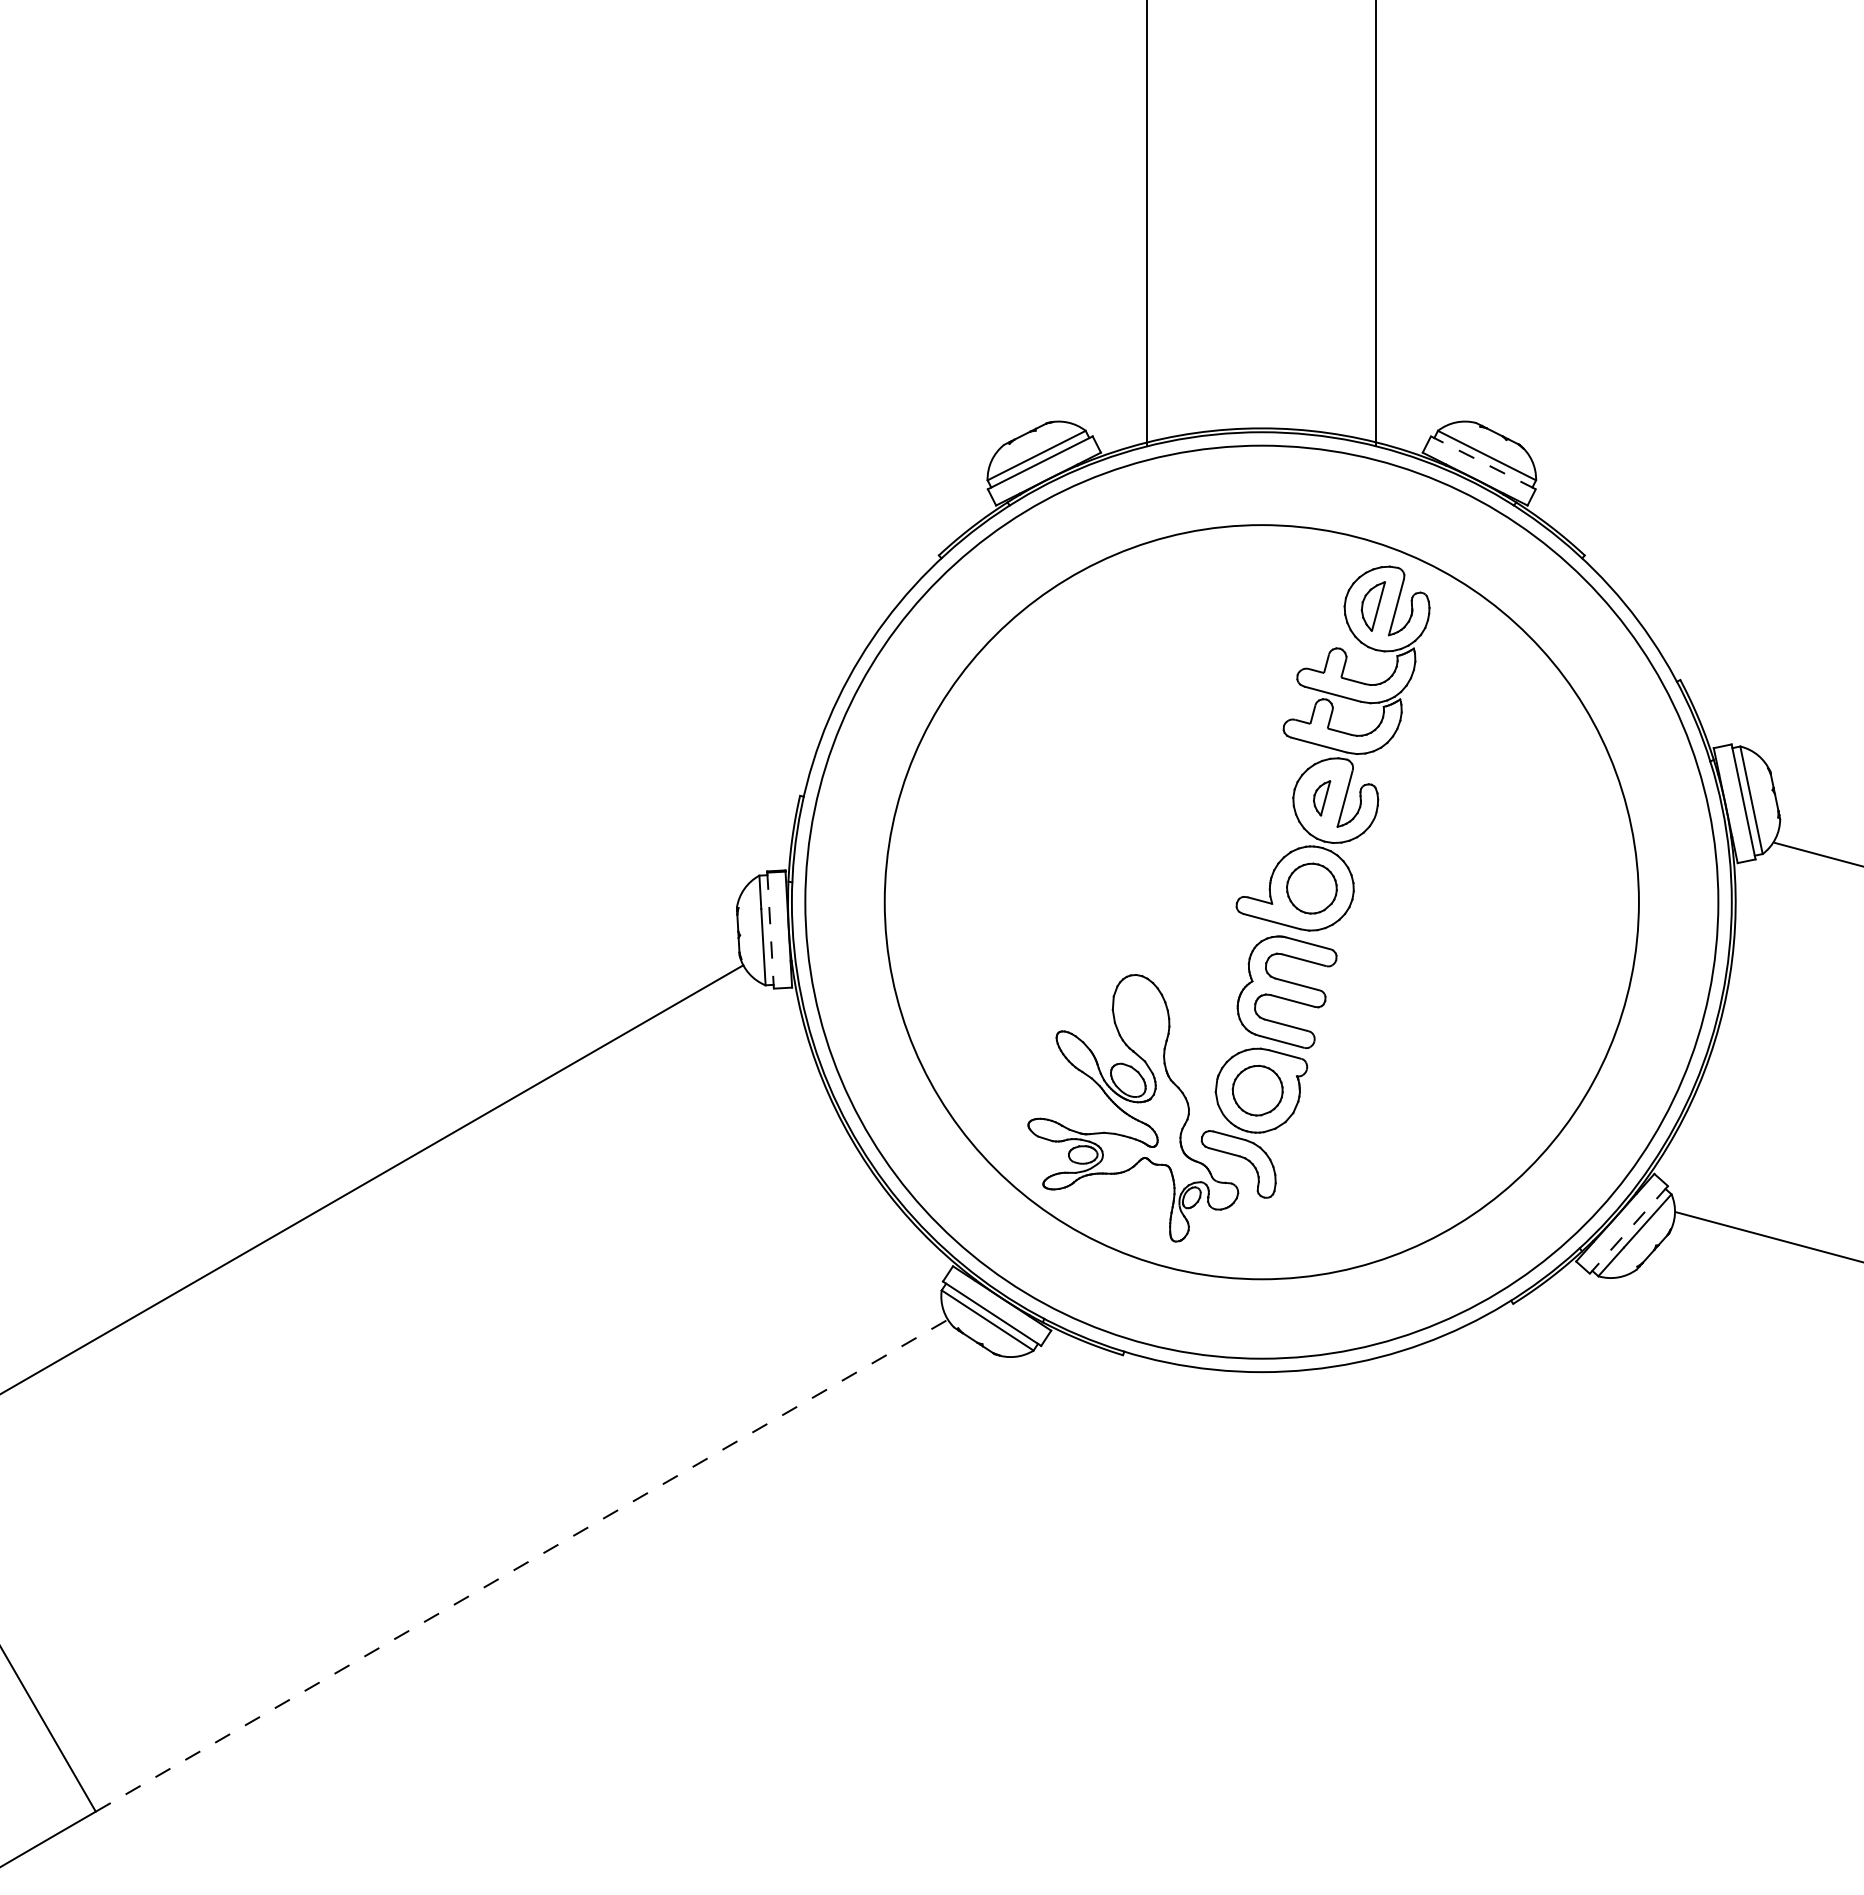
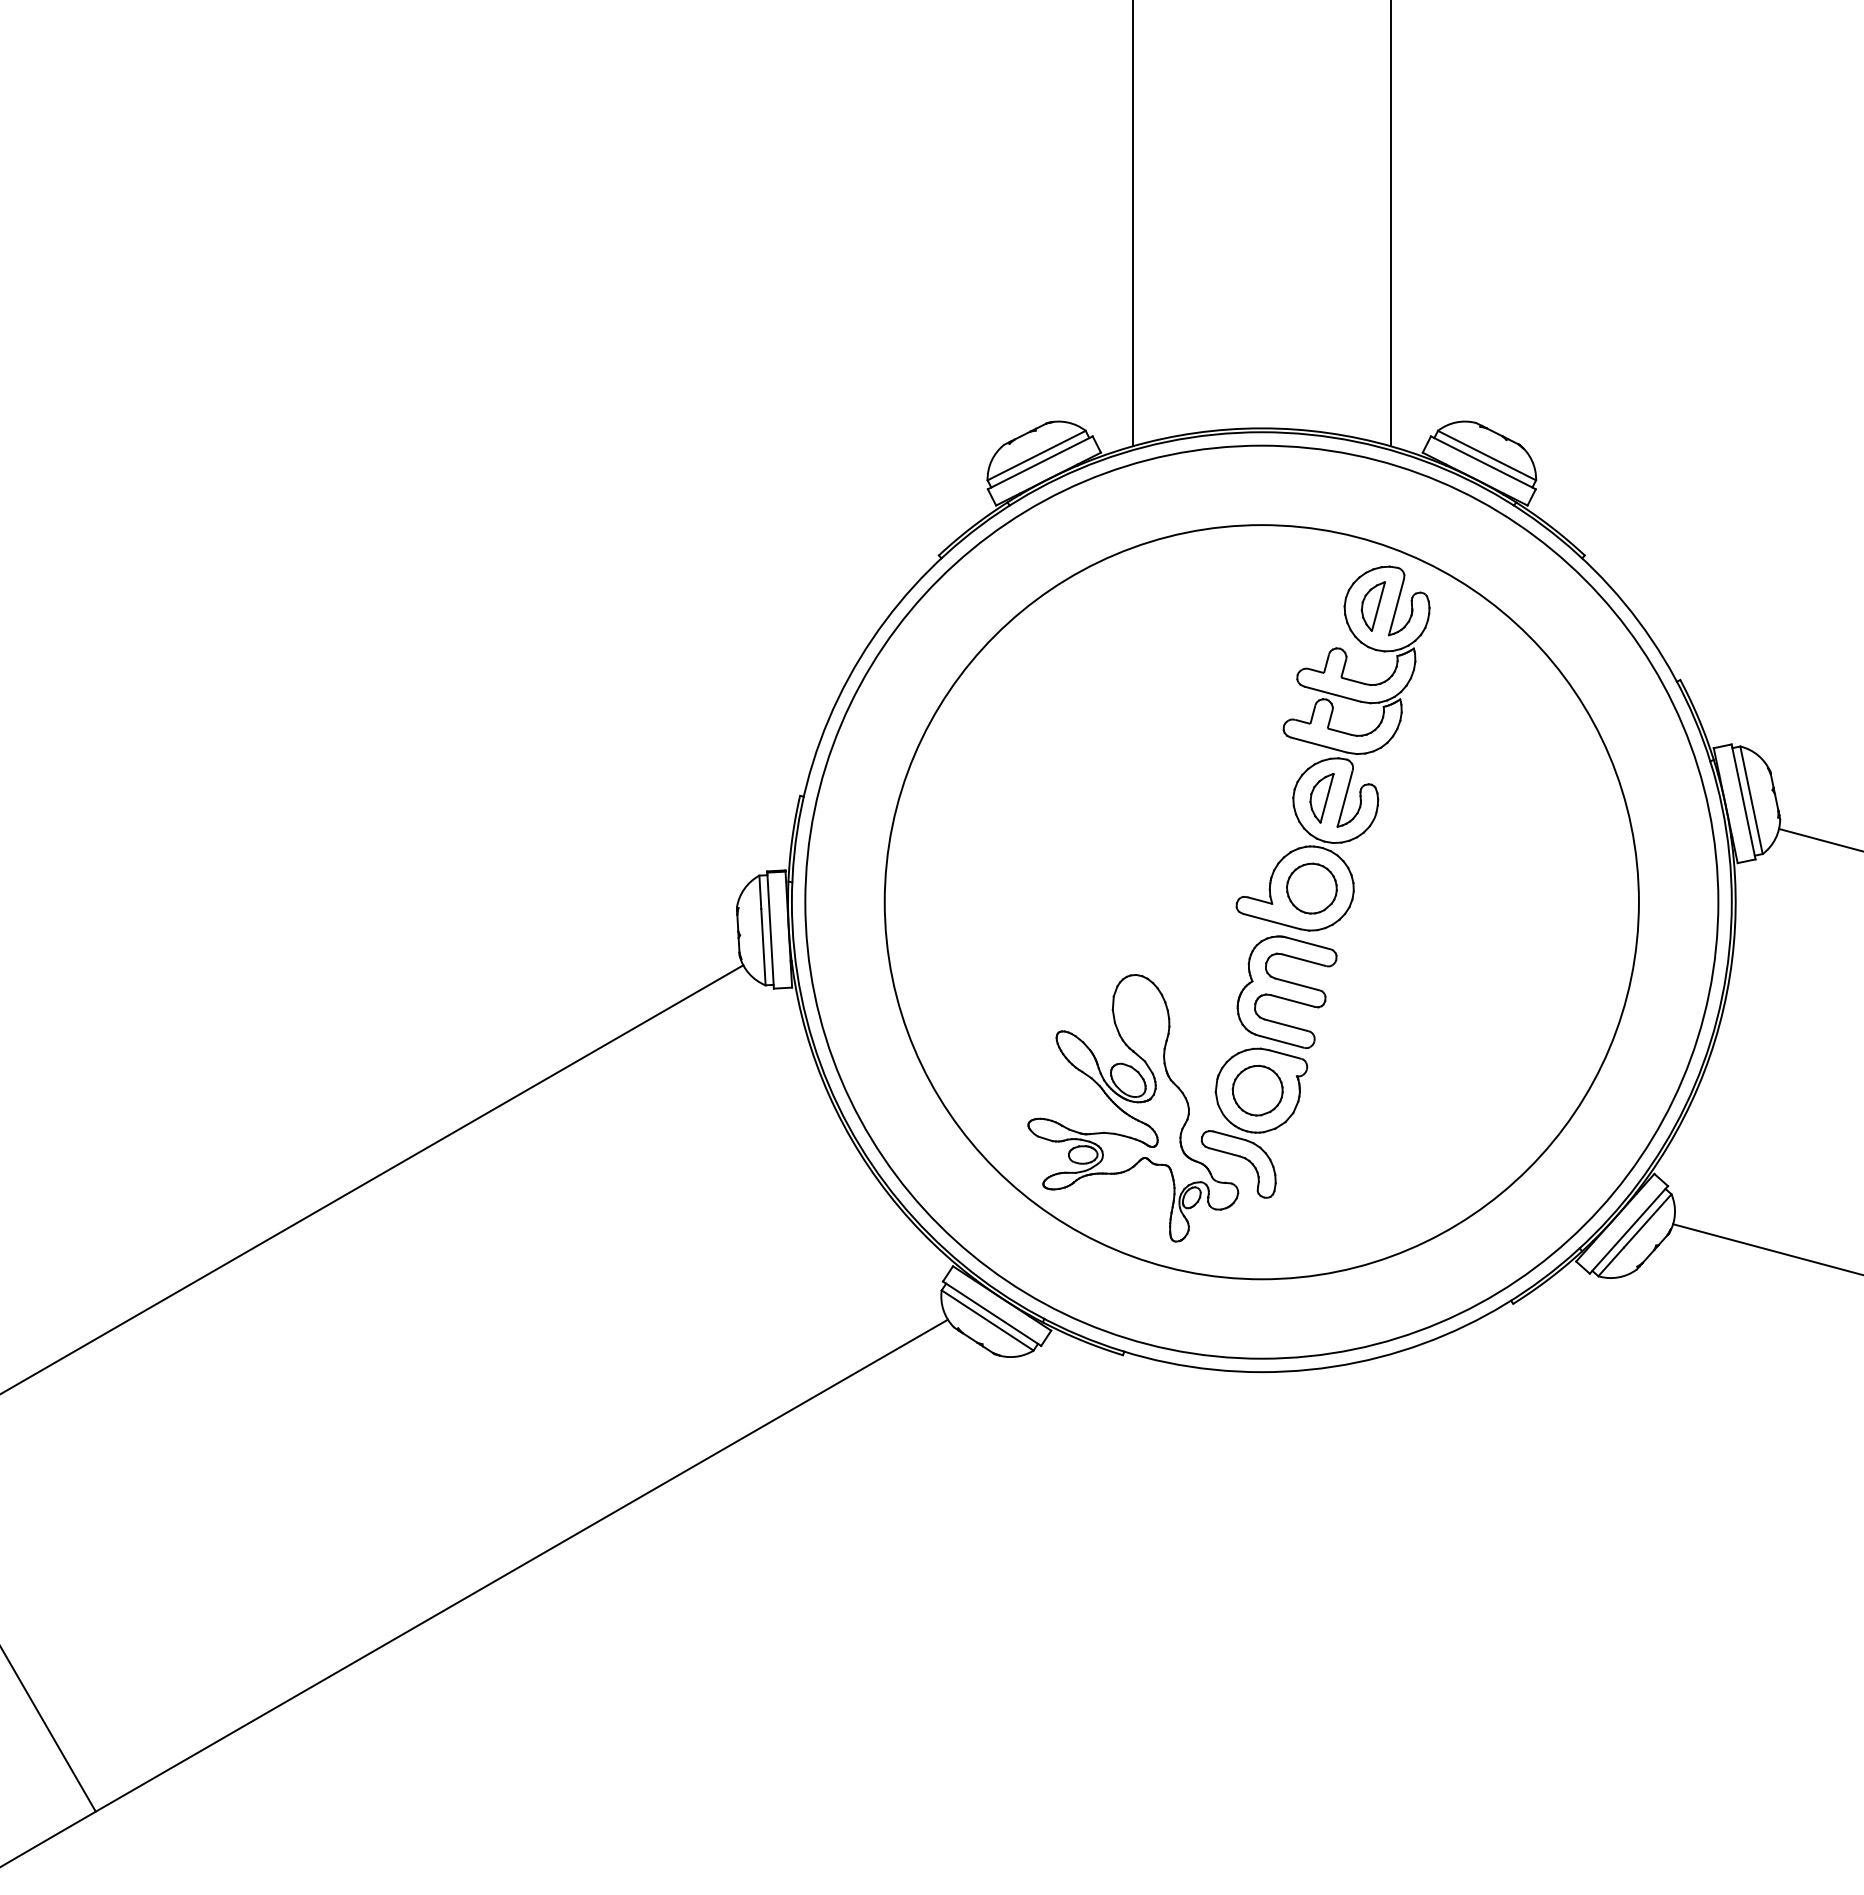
line at (1146, 224) position: (1146, 224) -> (1132, 224)
line at (1376, 224) position: (1376, 224) -> (1391, 224)
line at (1483, 462): dashed -> solid
part at (1322, 798) size: 19x37 px -> 26x51 px
line at (1817, 853) position: (1817, 853) -> (1819, 839)
line at (770, 931): dashed -> solid
line at (1628, 1229): dashed -> solid
line at (1768, 1236) position: (1768, 1236) -> (1766, 1249)
line at (521, 1565): dashed -> solid
